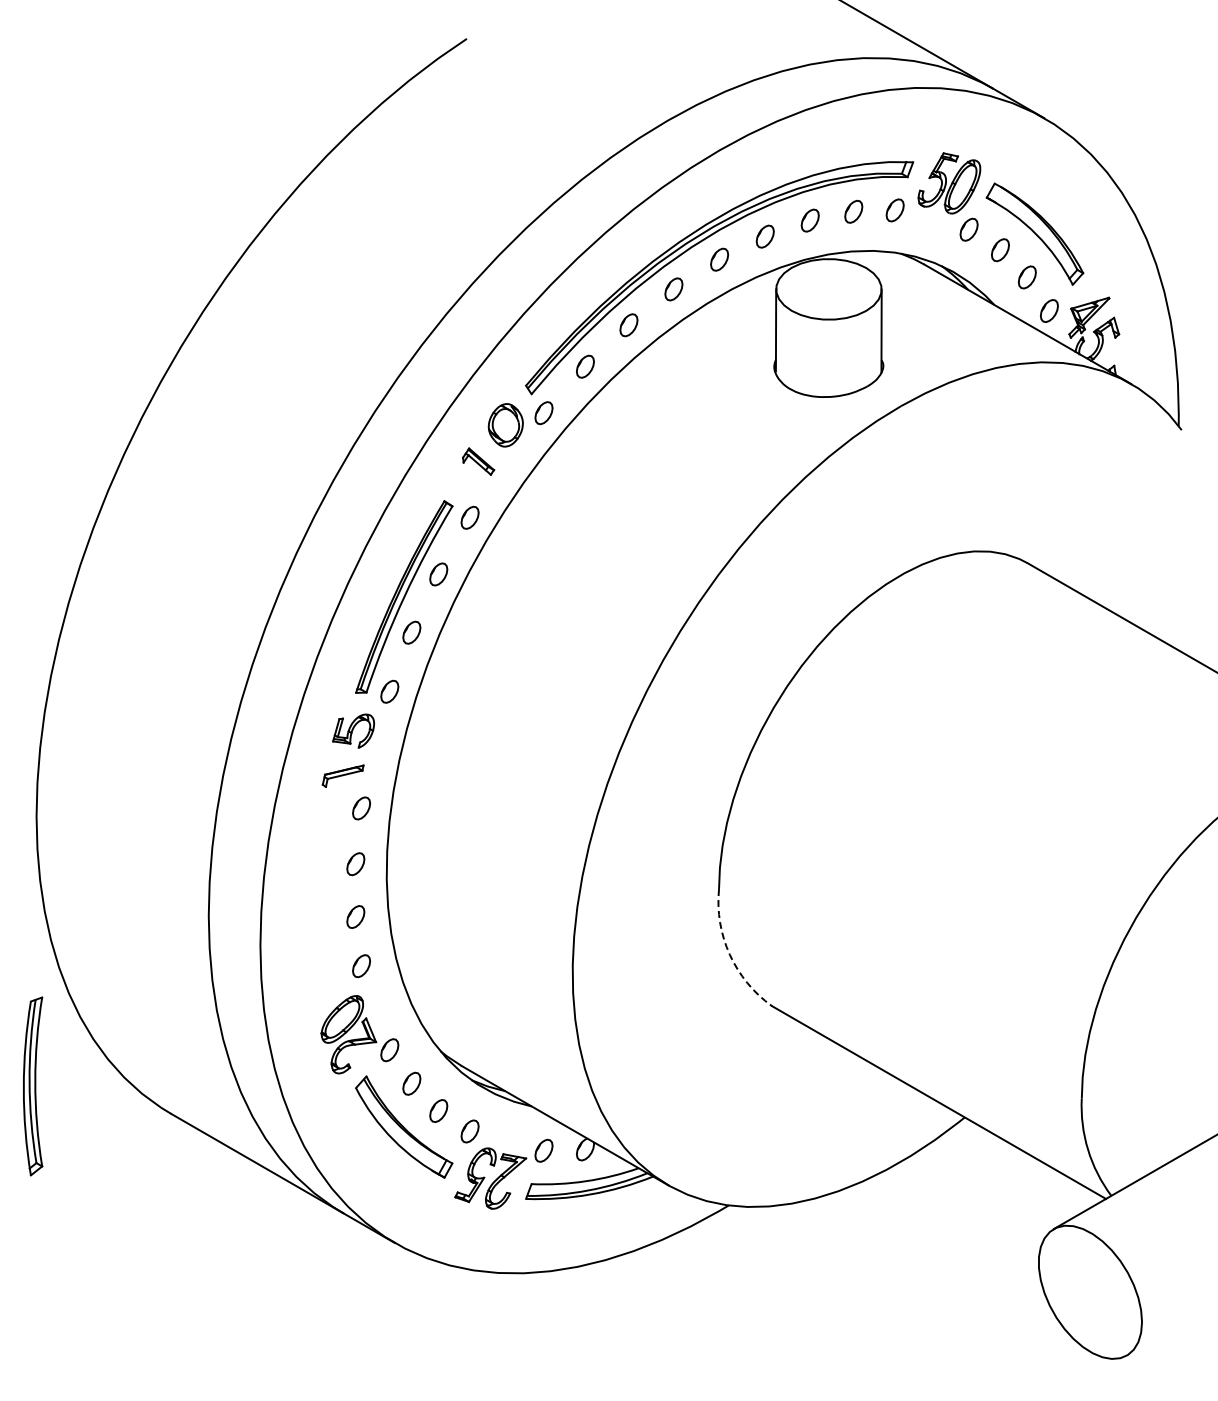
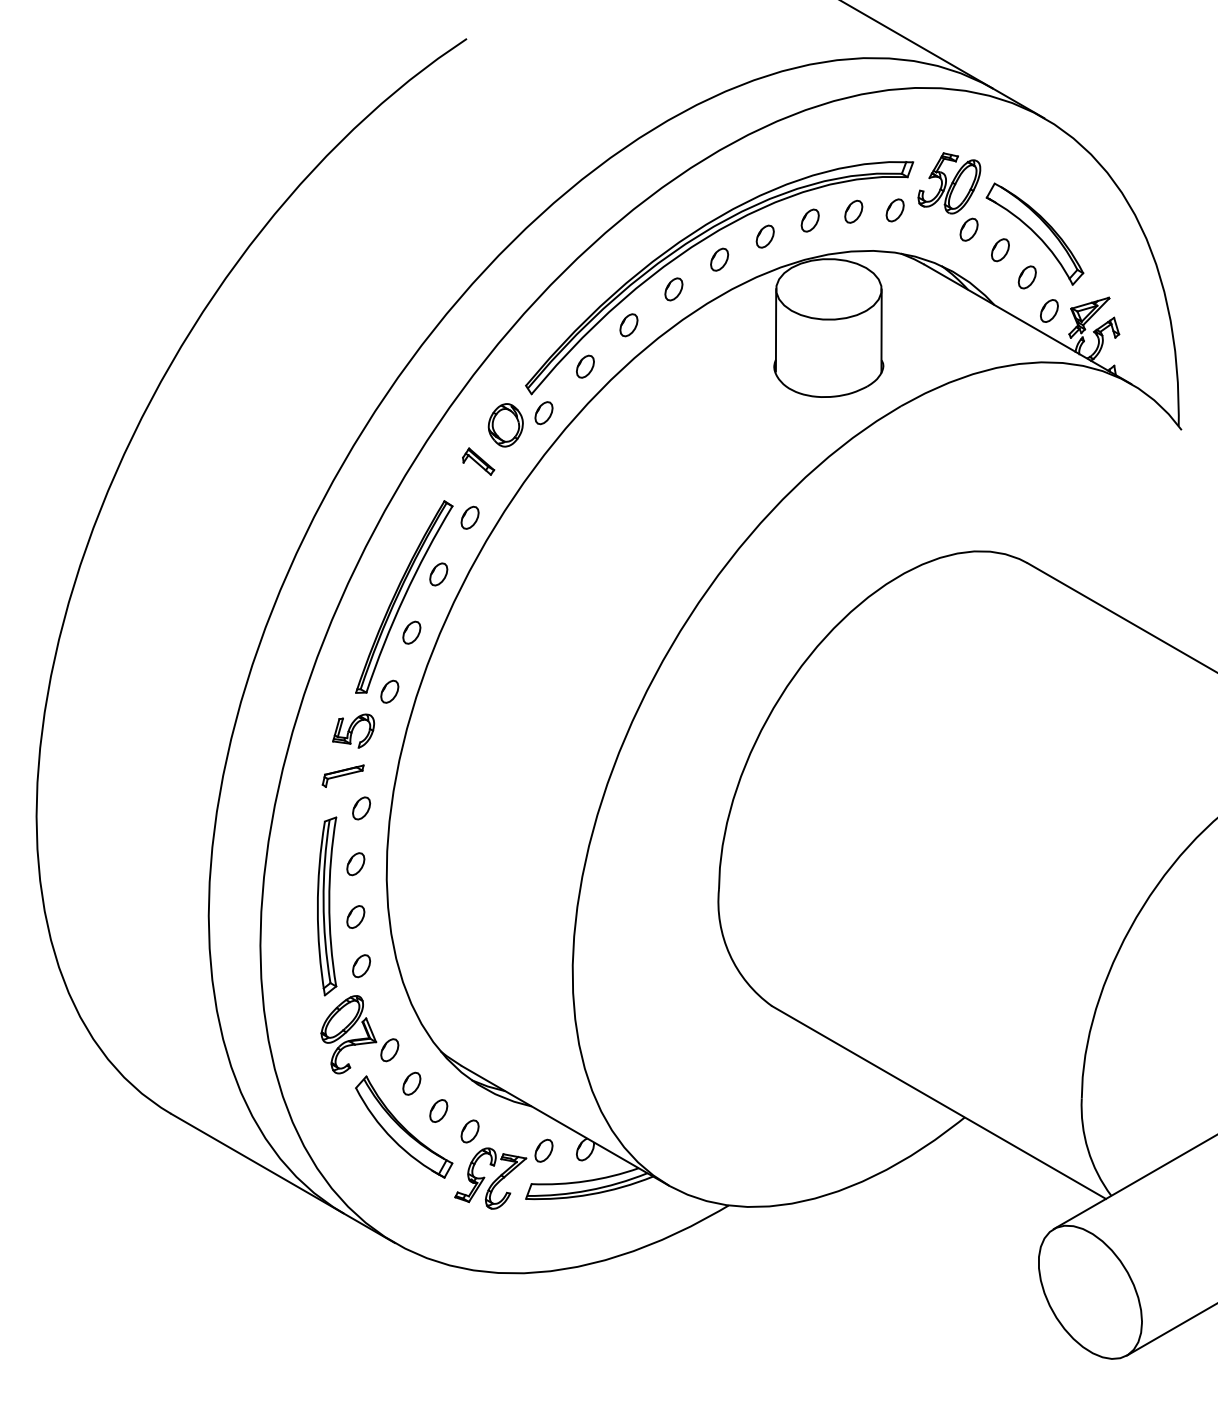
arc at (729, 954): dashed -> solid
part at (33, 1086) position: (33, 1086) -> (327, 906)
line at (1170, 1330): none -> present
